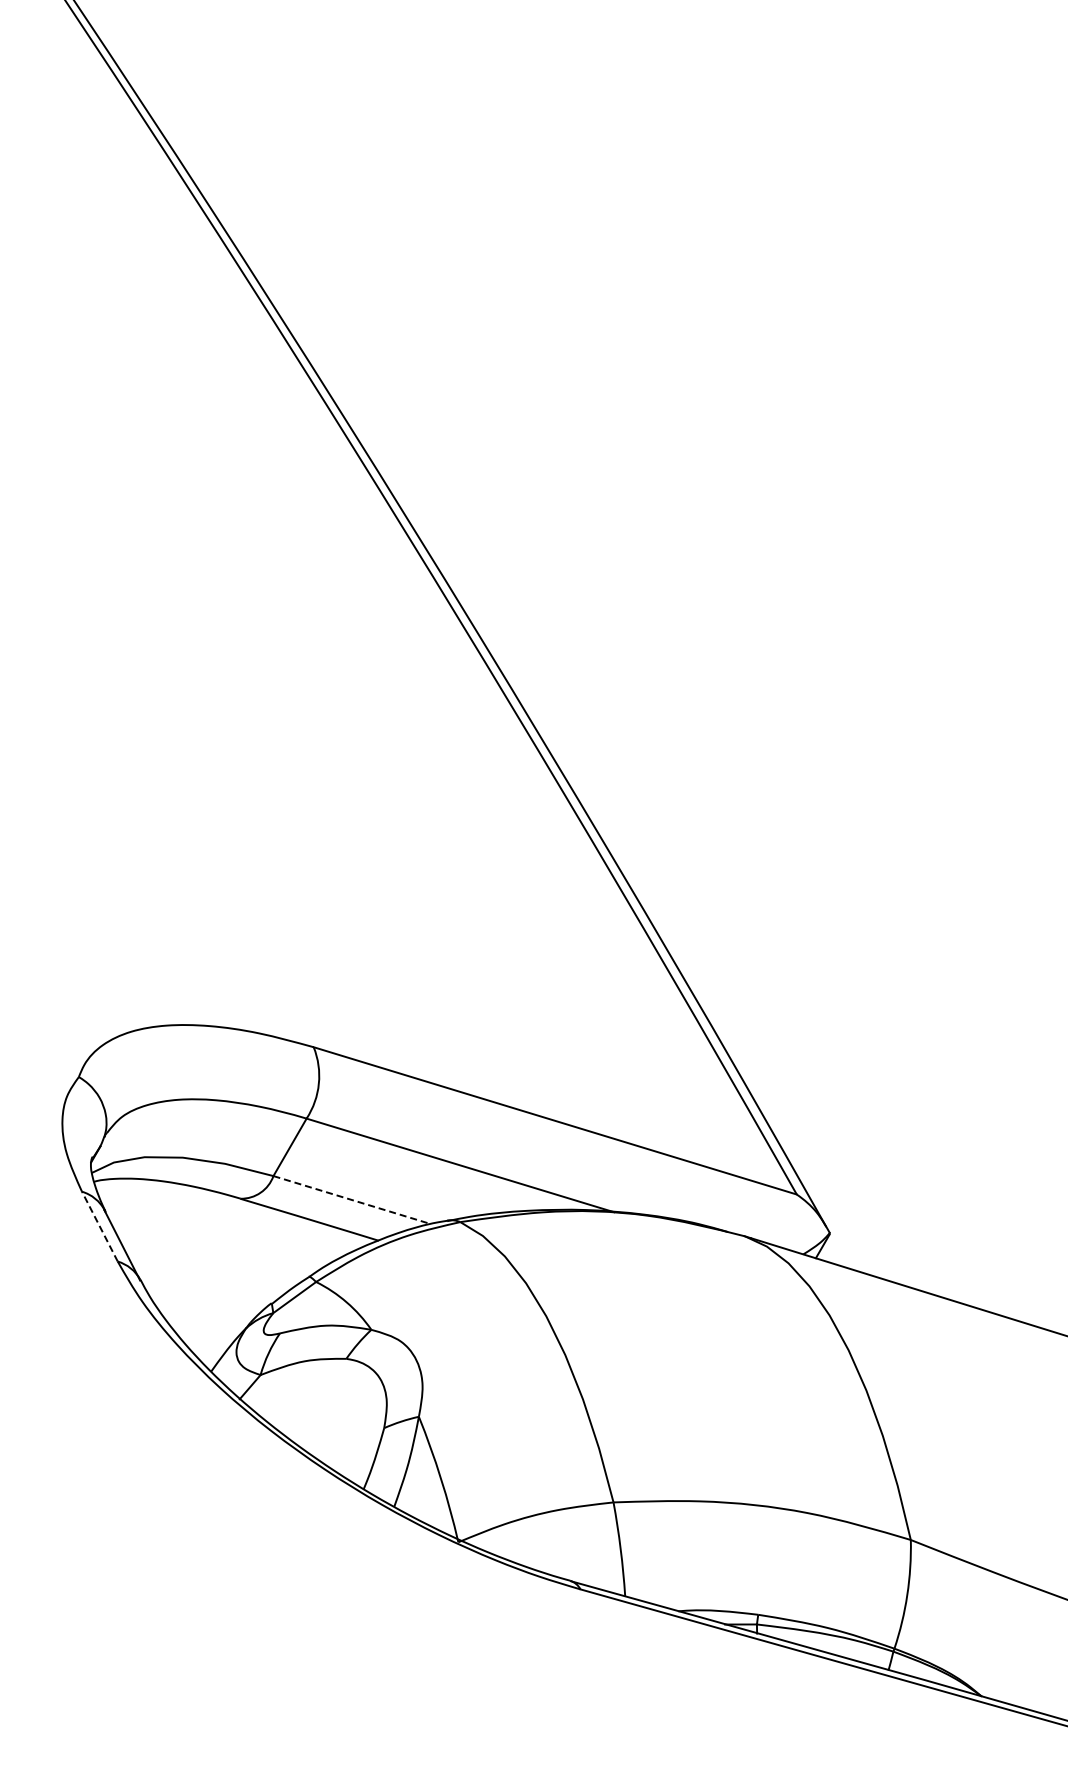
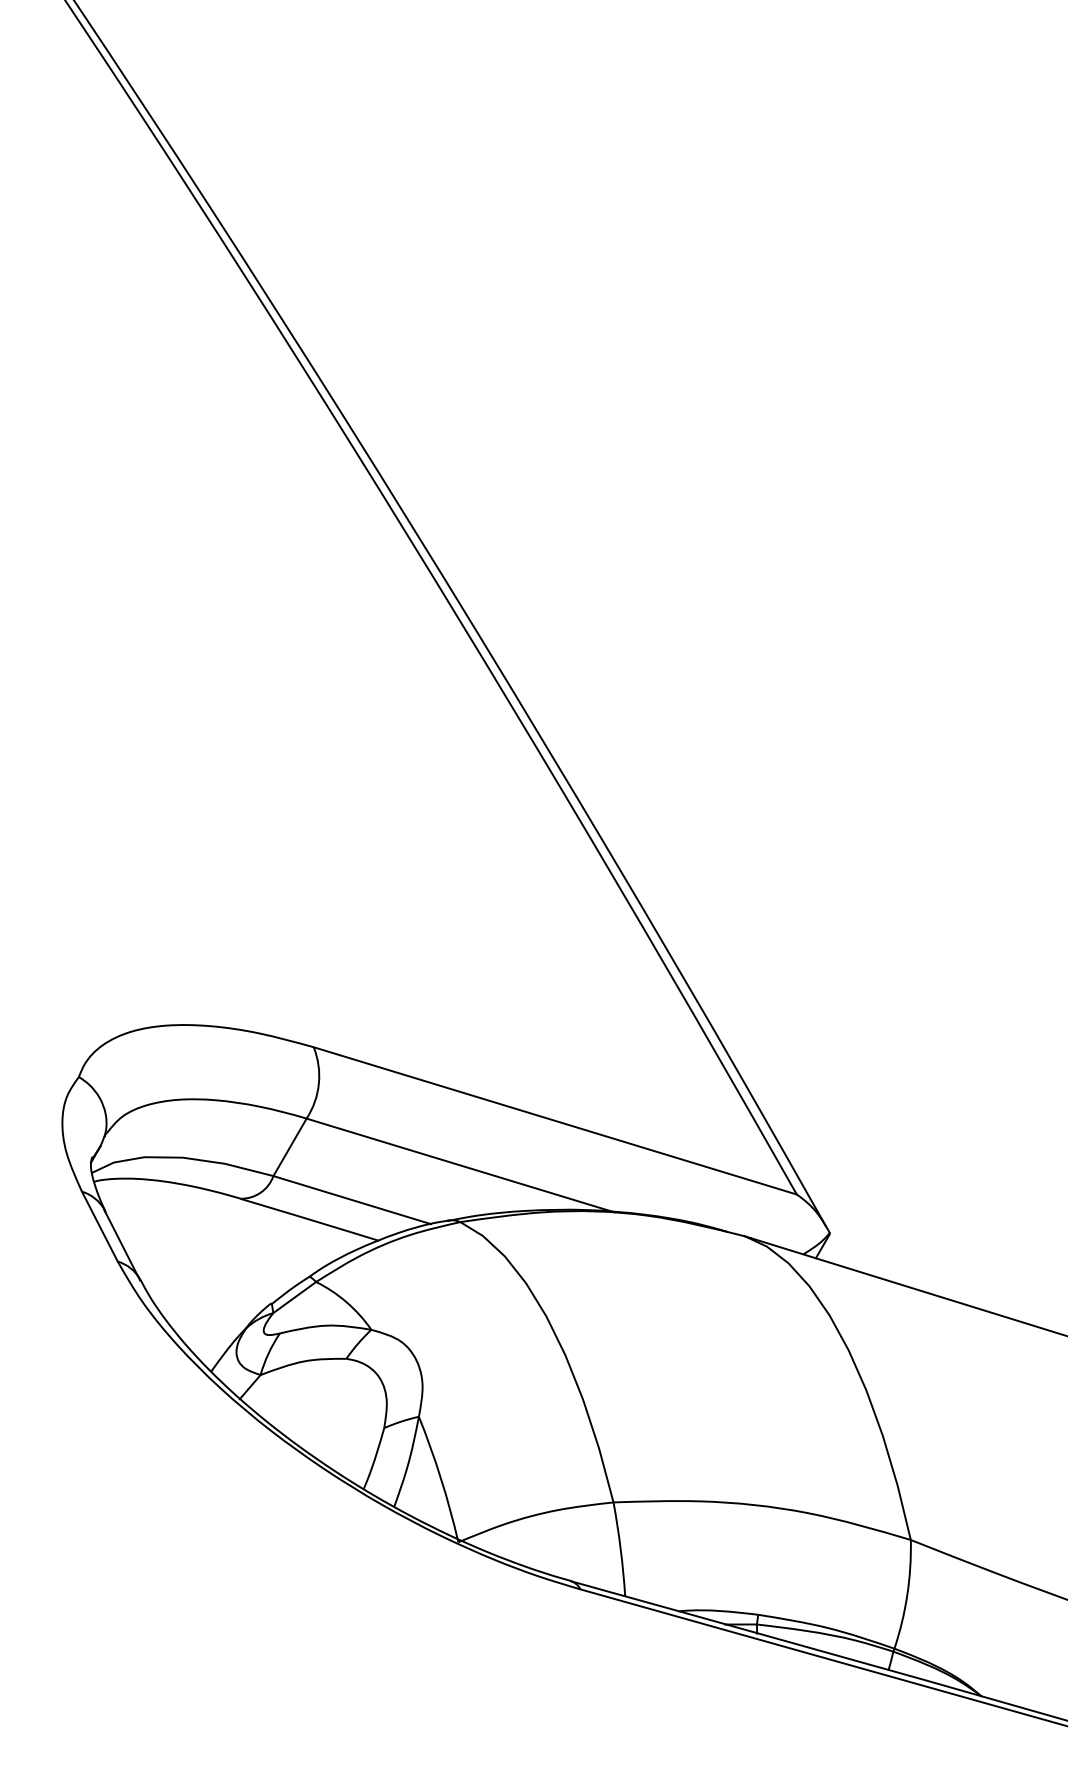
line at (352, 1200): dashed -> solid
line at (99, 1226): dashed -> solid
